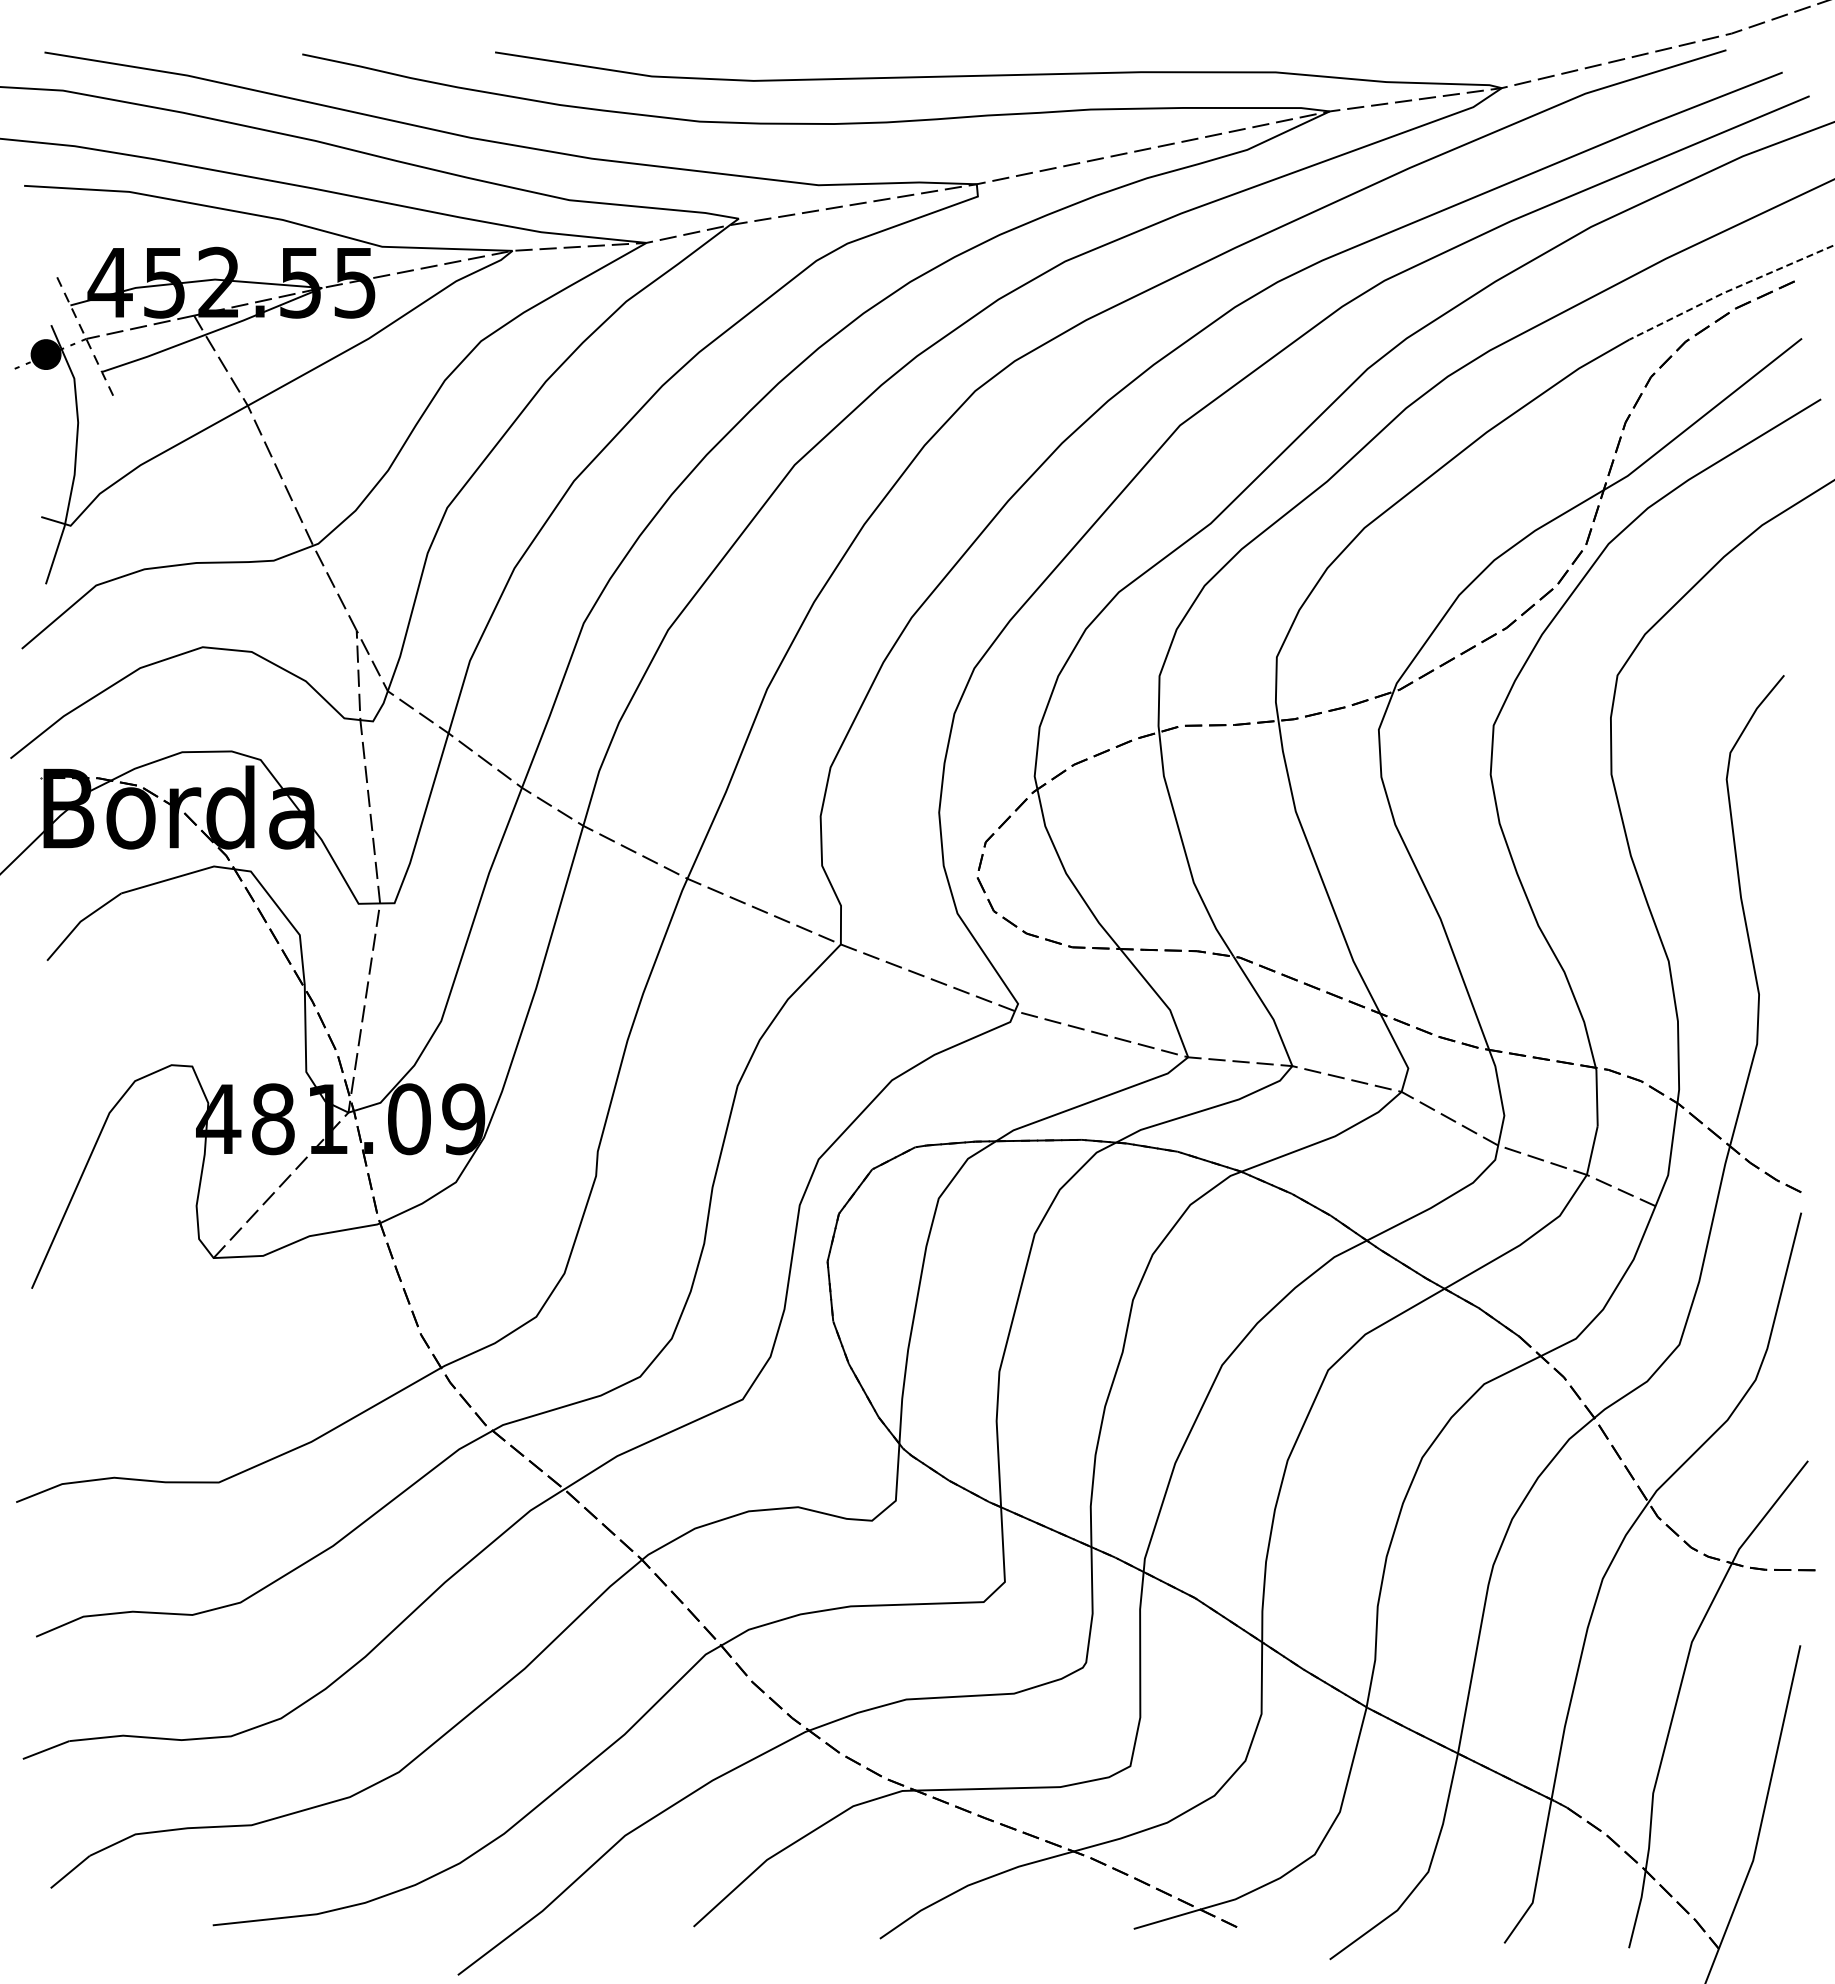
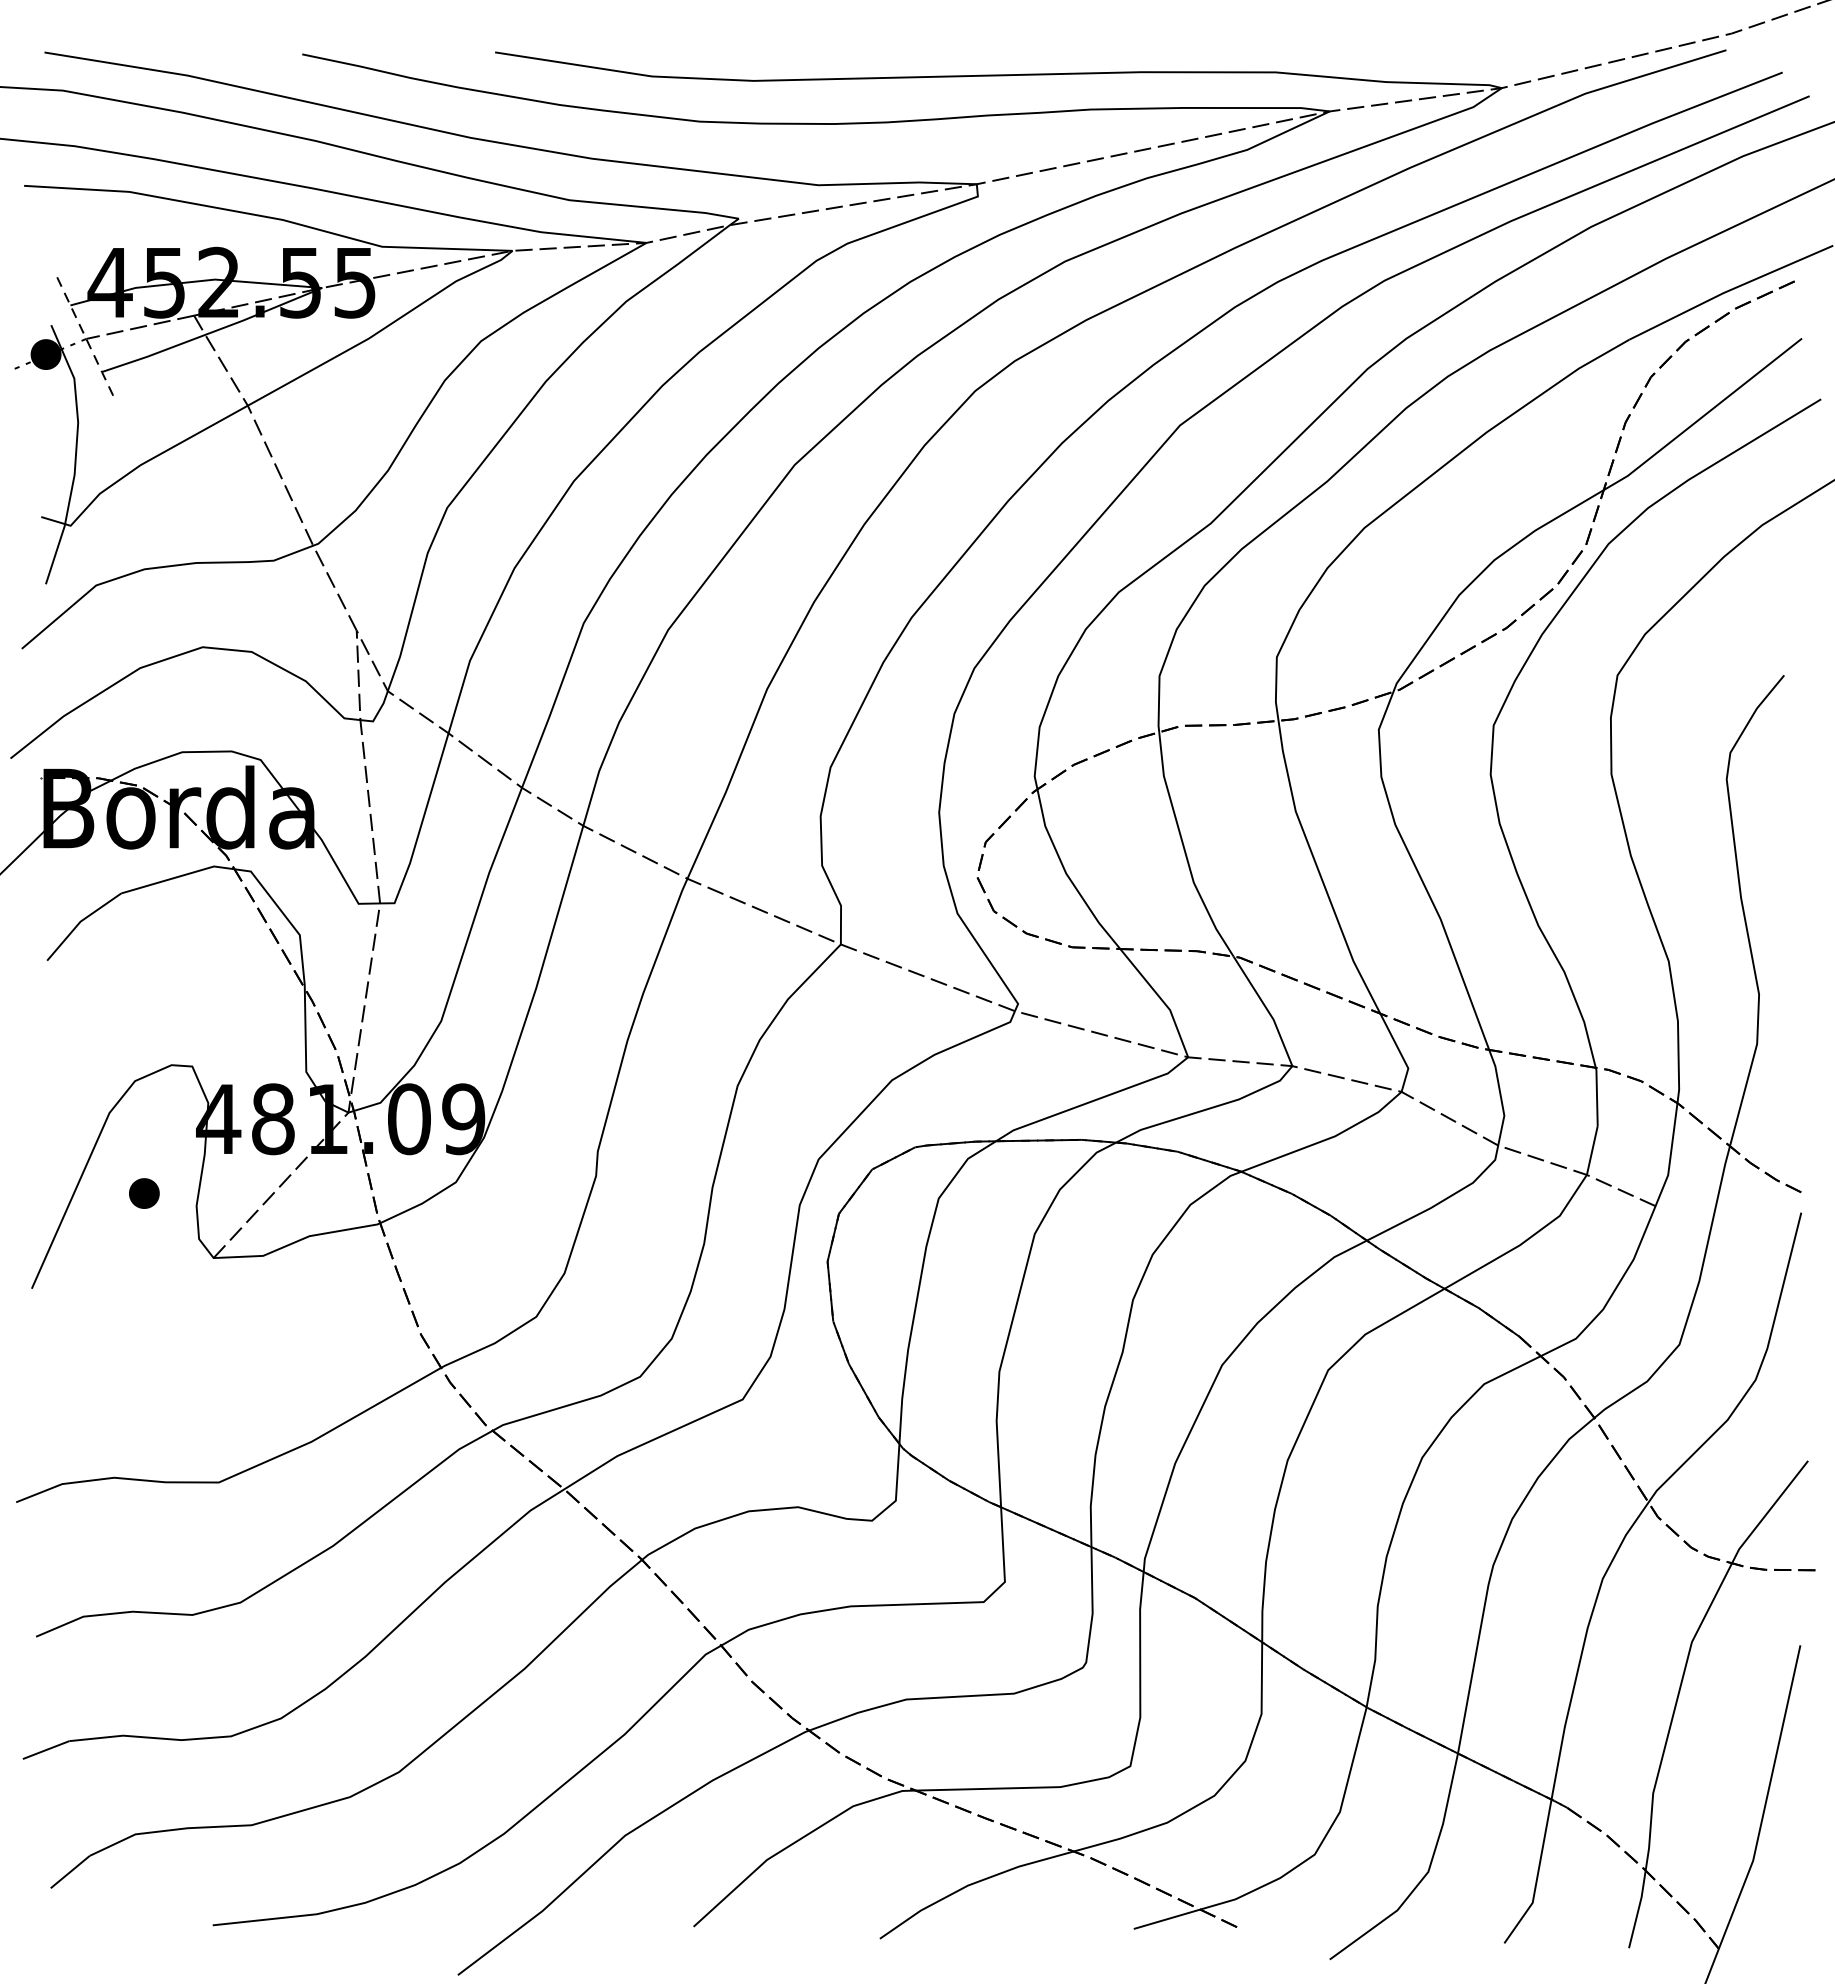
line at (1728, 290): dashed -> solid
part at (144, 1193): none -> present
